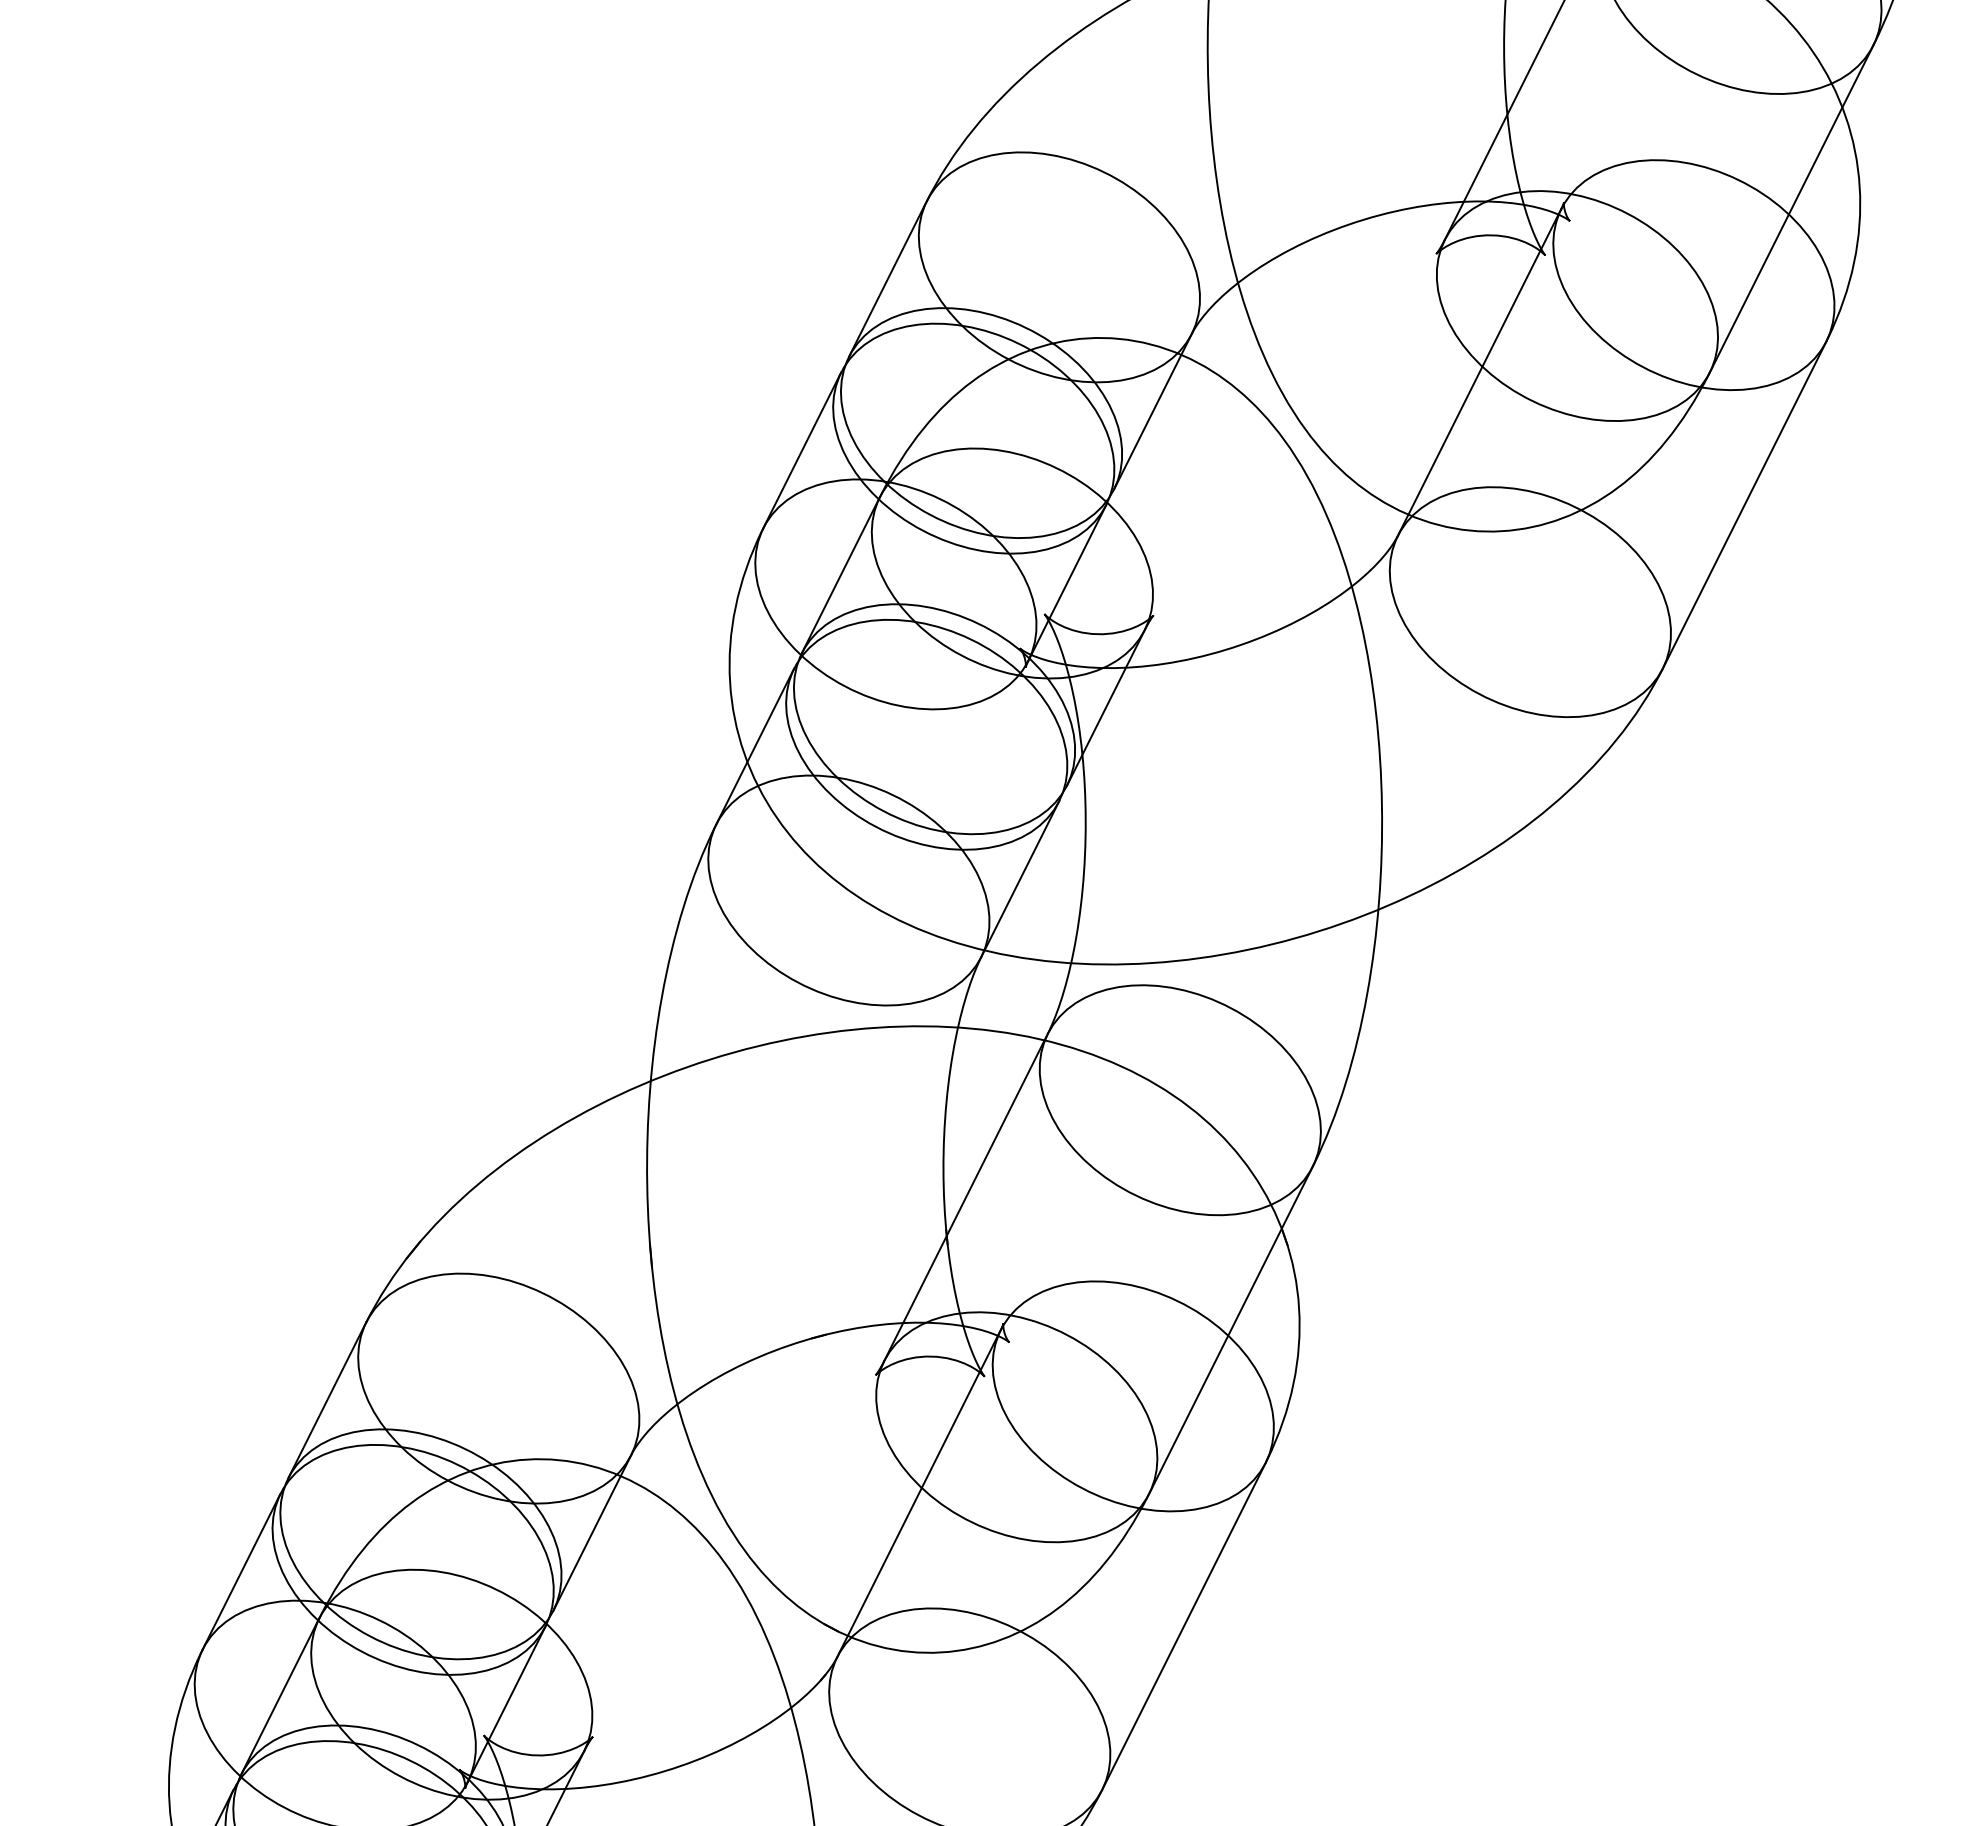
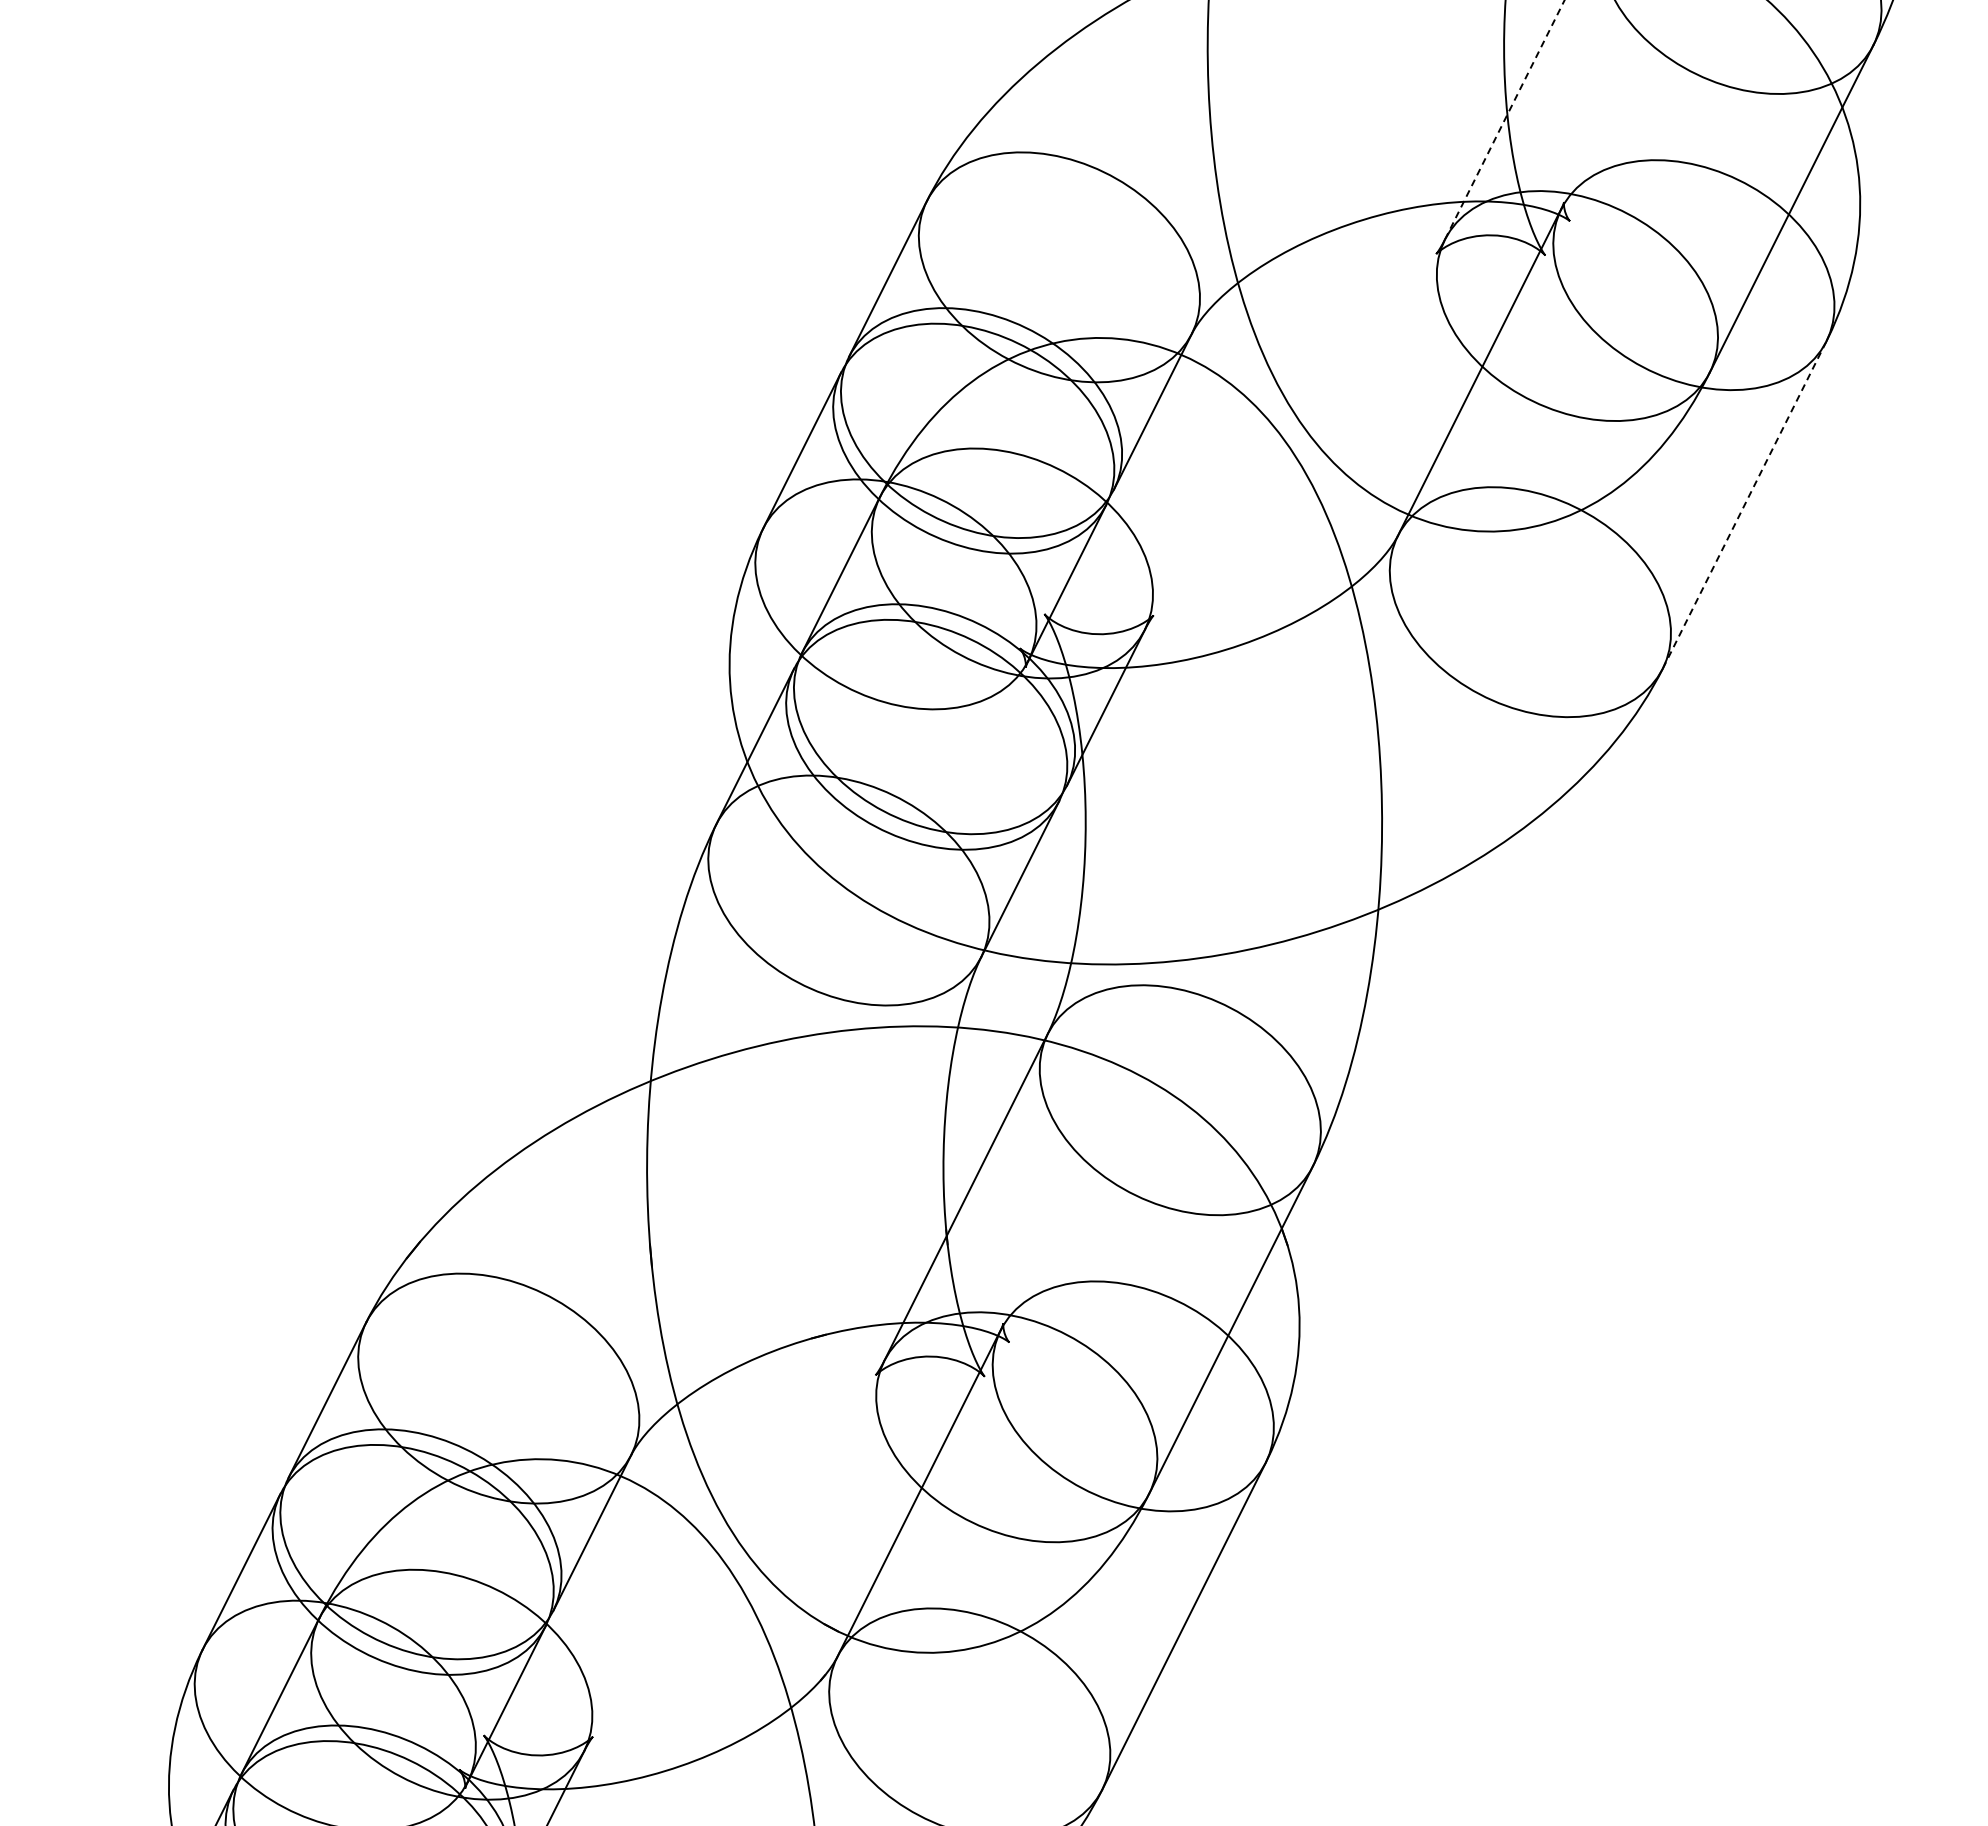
line at (1504, 120): solid -> dashed
line at (1744, 504): solid -> dashed
